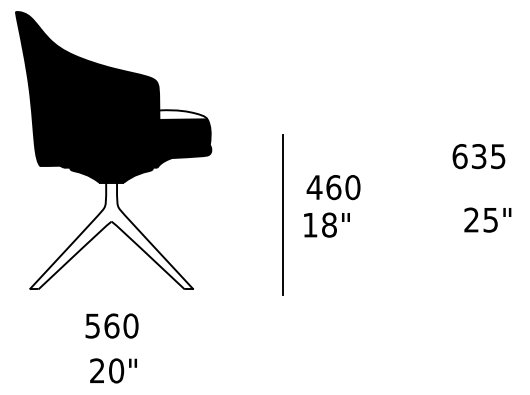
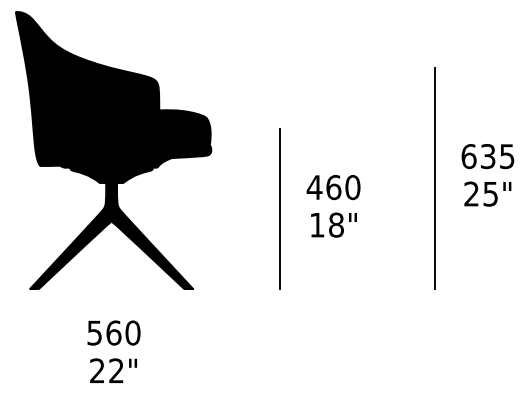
fill at (183, 114): none -> present
text at (478, 156) position: (478, 156) -> (487, 156)
line at (434, 178): none -> present
line at (282, 214) position: (282, 214) -> (279, 208)
text at (487, 219) position: (487, 219) -> (487, 193)
text at (326, 224) position: (326, 224) -> (333, 224)
fill at (111, 235): none -> present
text at (111, 325) position: (111, 325) -> (113, 332)
text at (116, 370): 20" -> 22"
